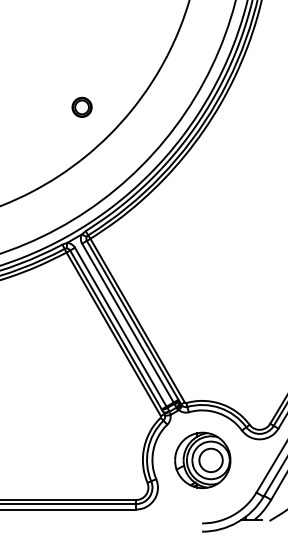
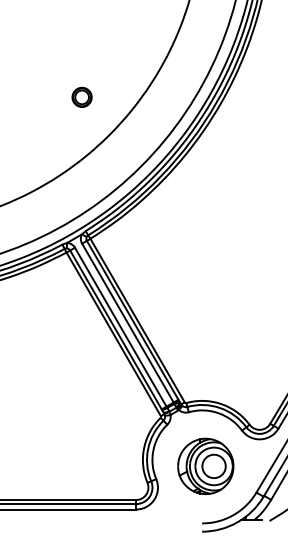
part at (81, 106) position: (81, 106) -> (81, 96)
part at (202, 459) position: (202, 459) -> (205, 465)
